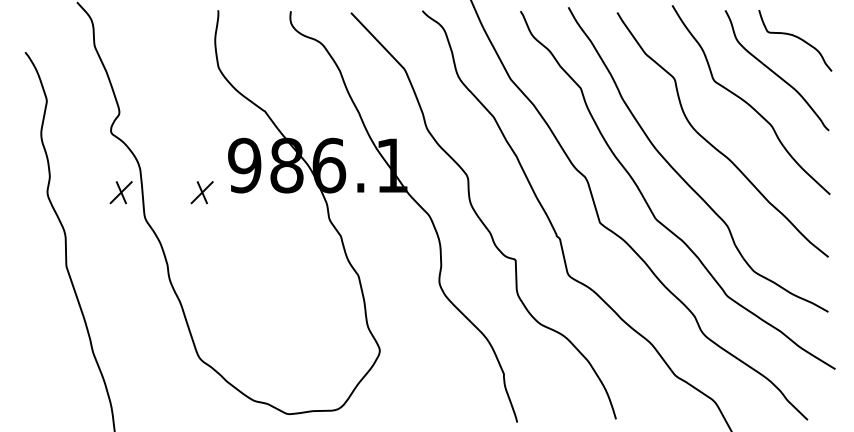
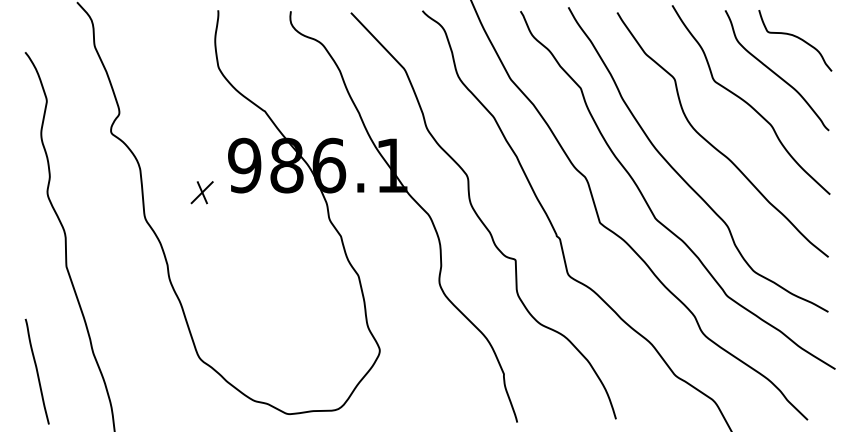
part at (120, 192): present -> none
line at (36, 371): none -> present
